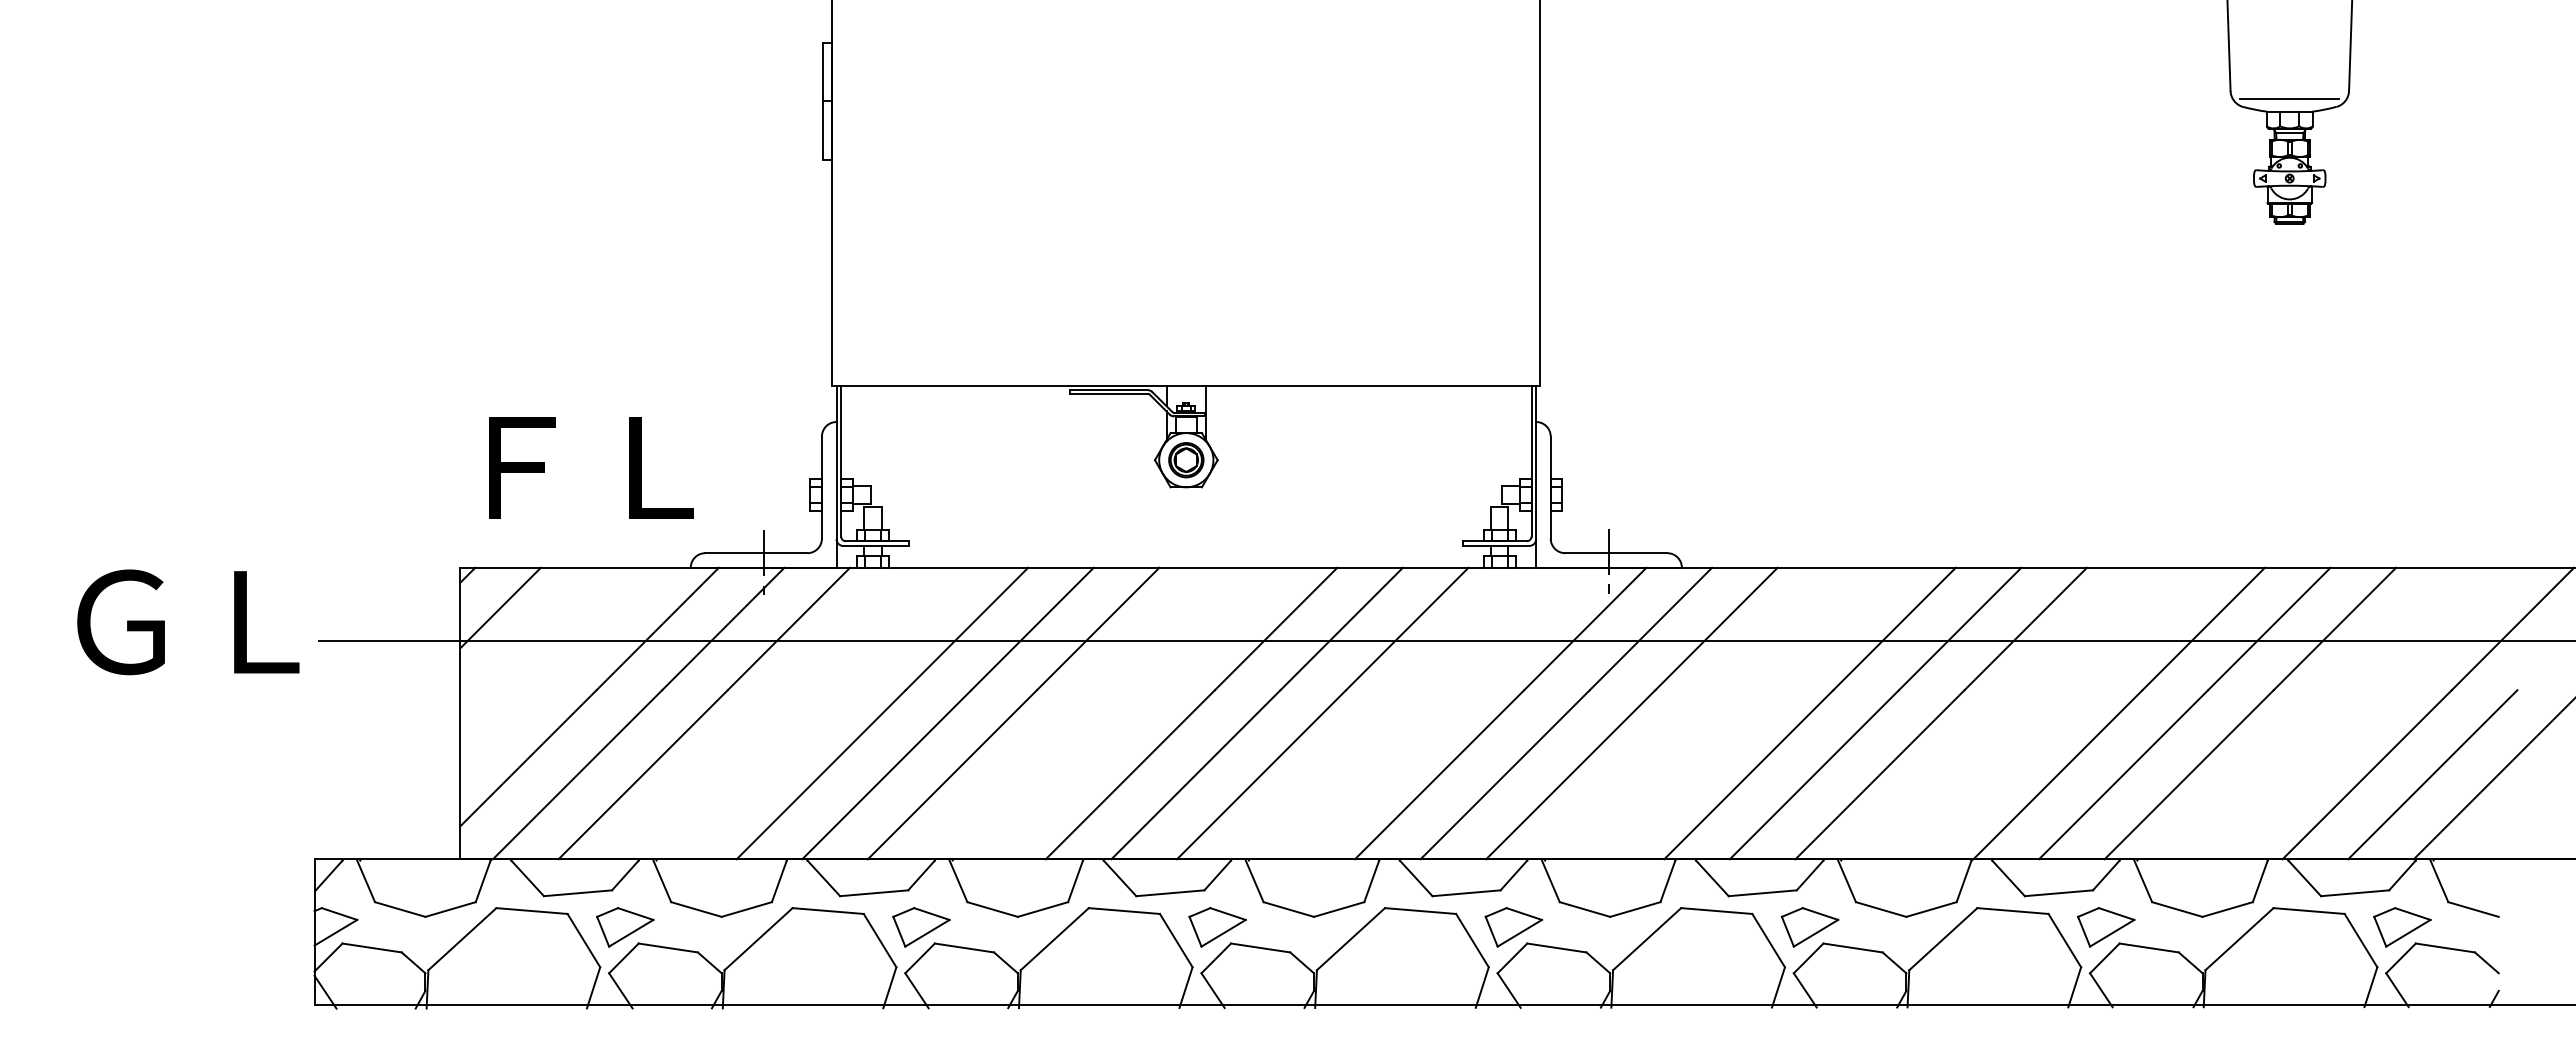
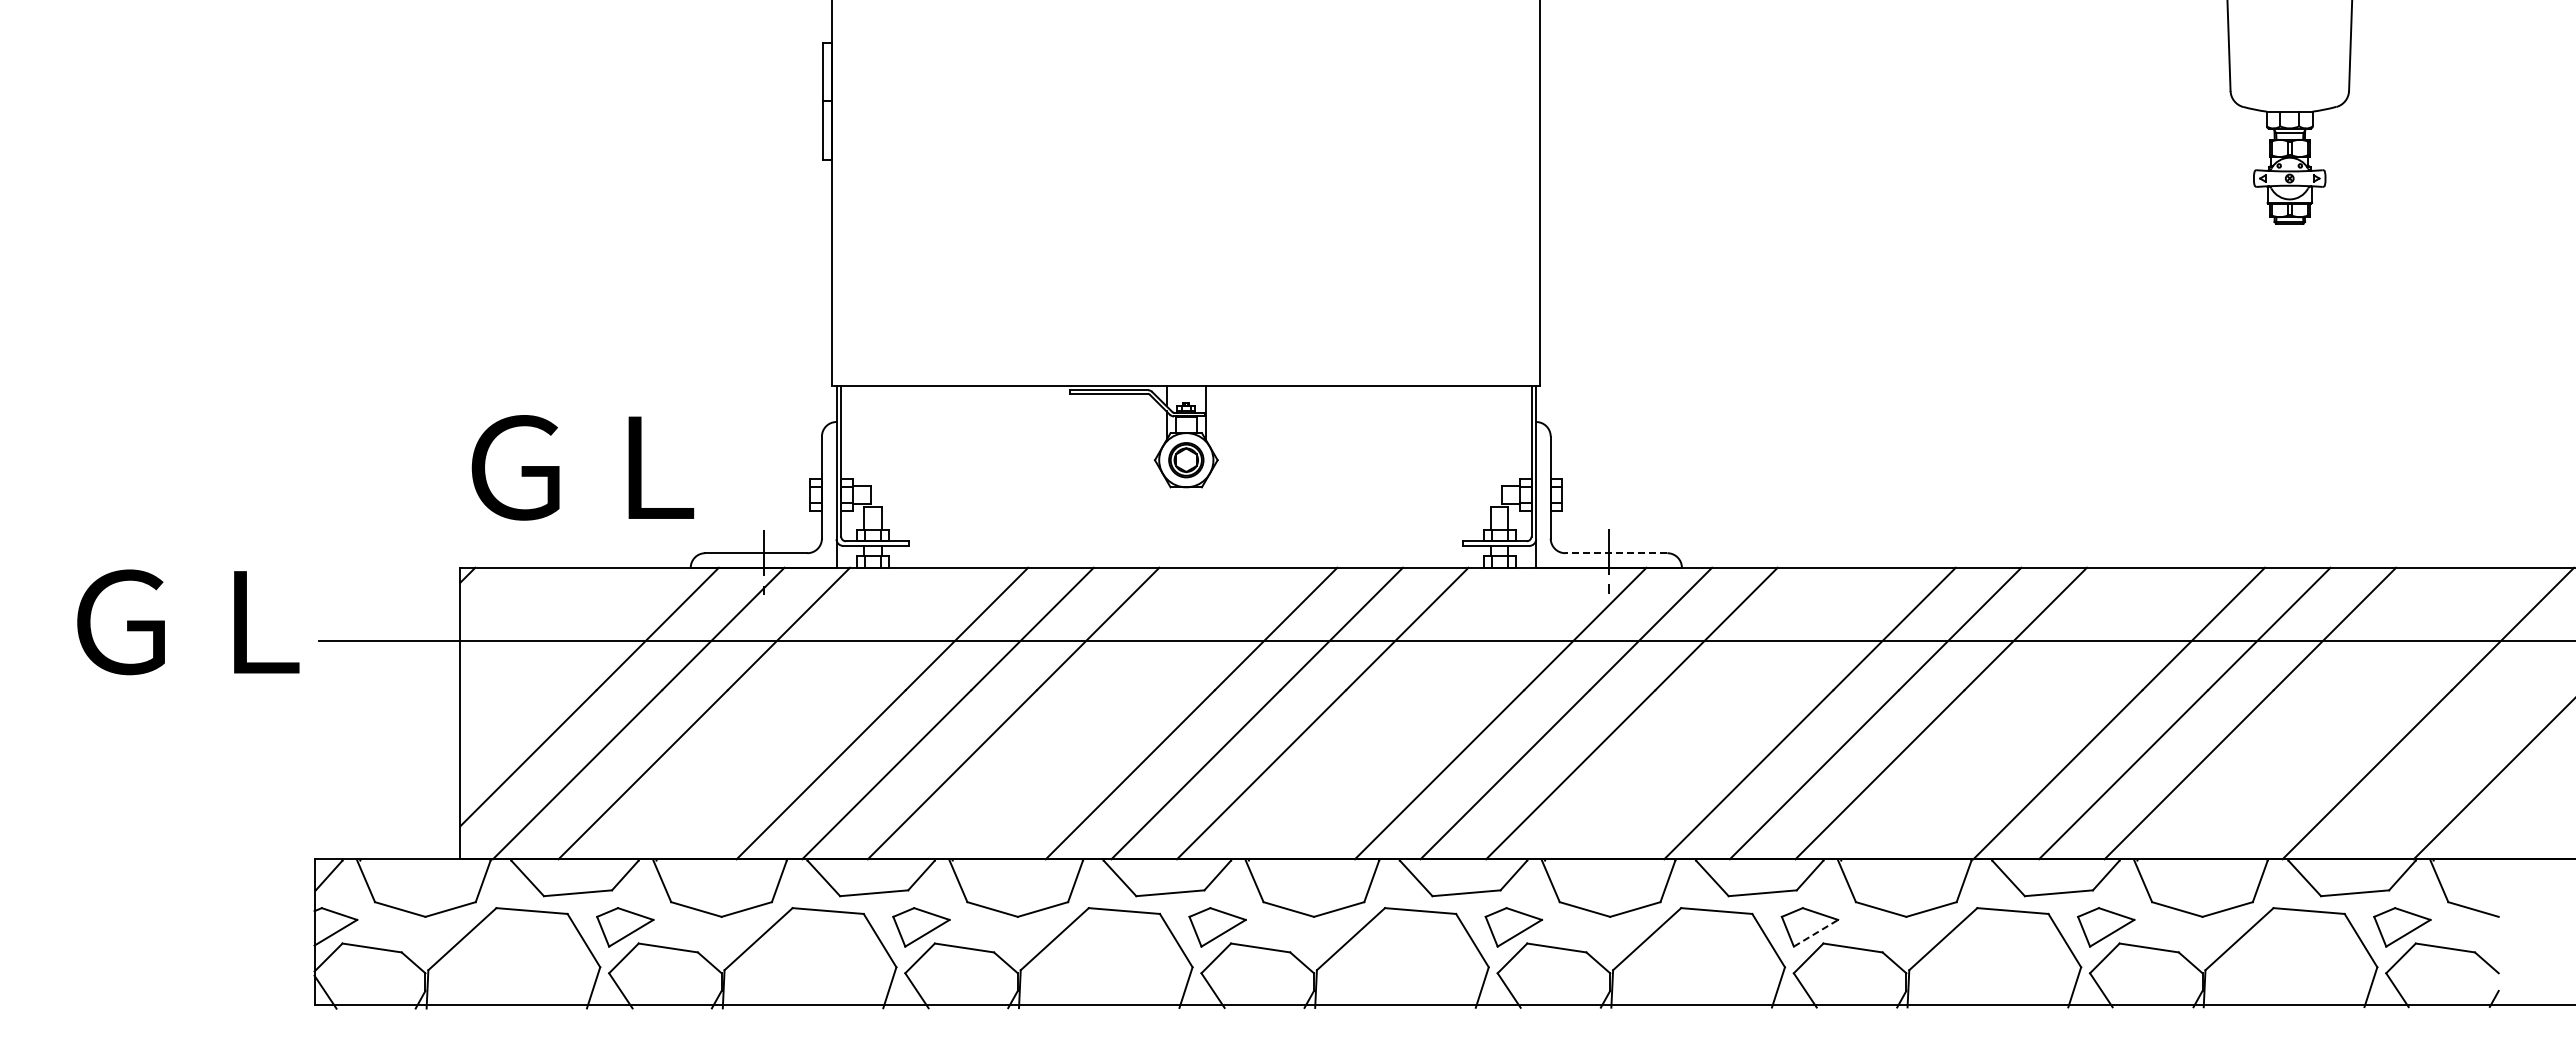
line at (2289, 98): present -> none
text at (582, 467): ＦＬ -> ＧＬ
line at (1615, 553): solid -> dashed
line at (500, 607): present -> none
line at (2432, 774): present -> none
line at (1816, 933): solid -> dashed
